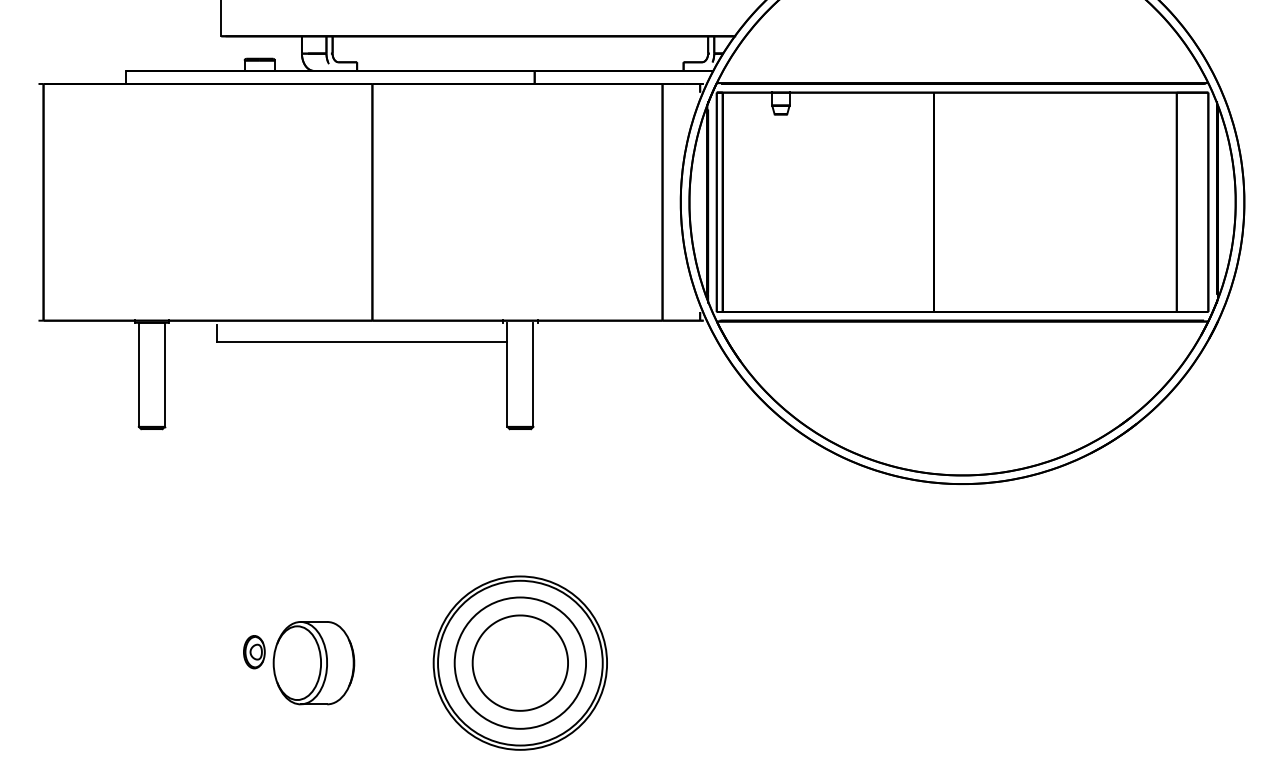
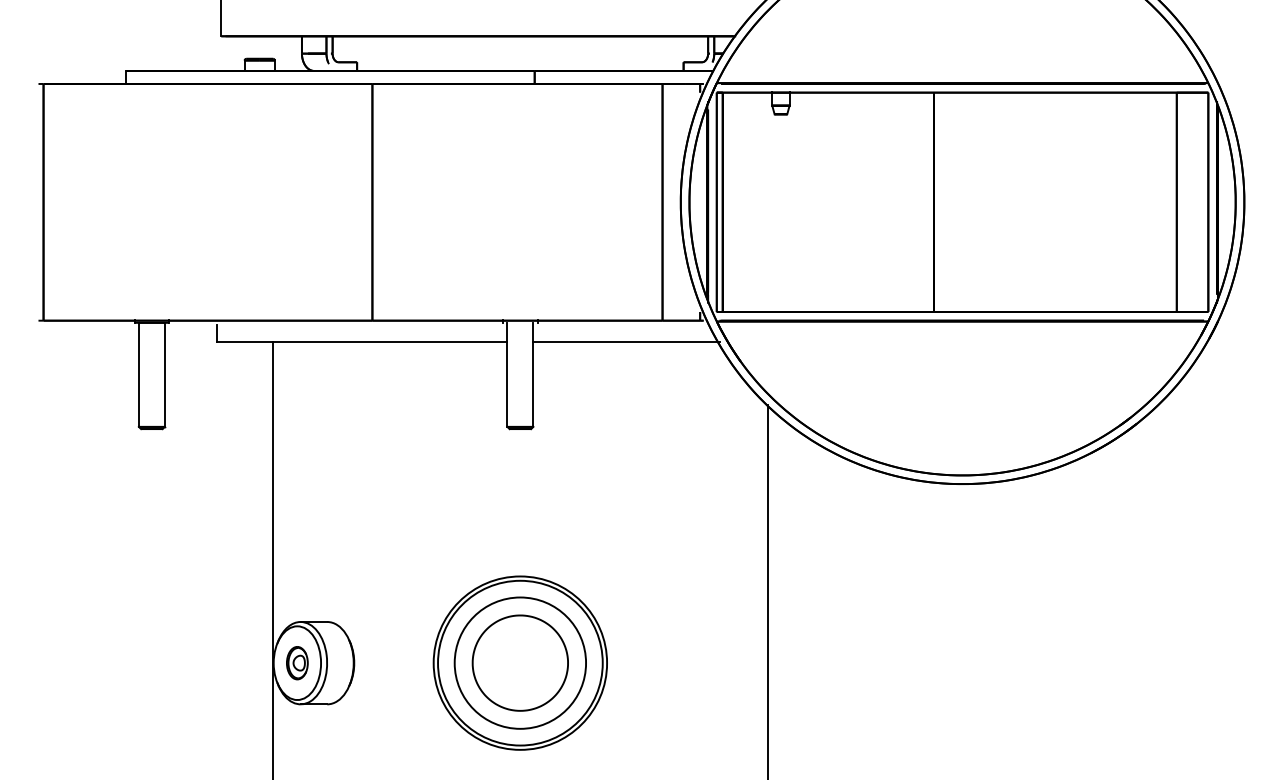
line at (626, 342): none -> present
line at (272, 559): none -> present
line at (768, 590): none -> present
part at (254, 652) position: (254, 652) -> (297, 663)
